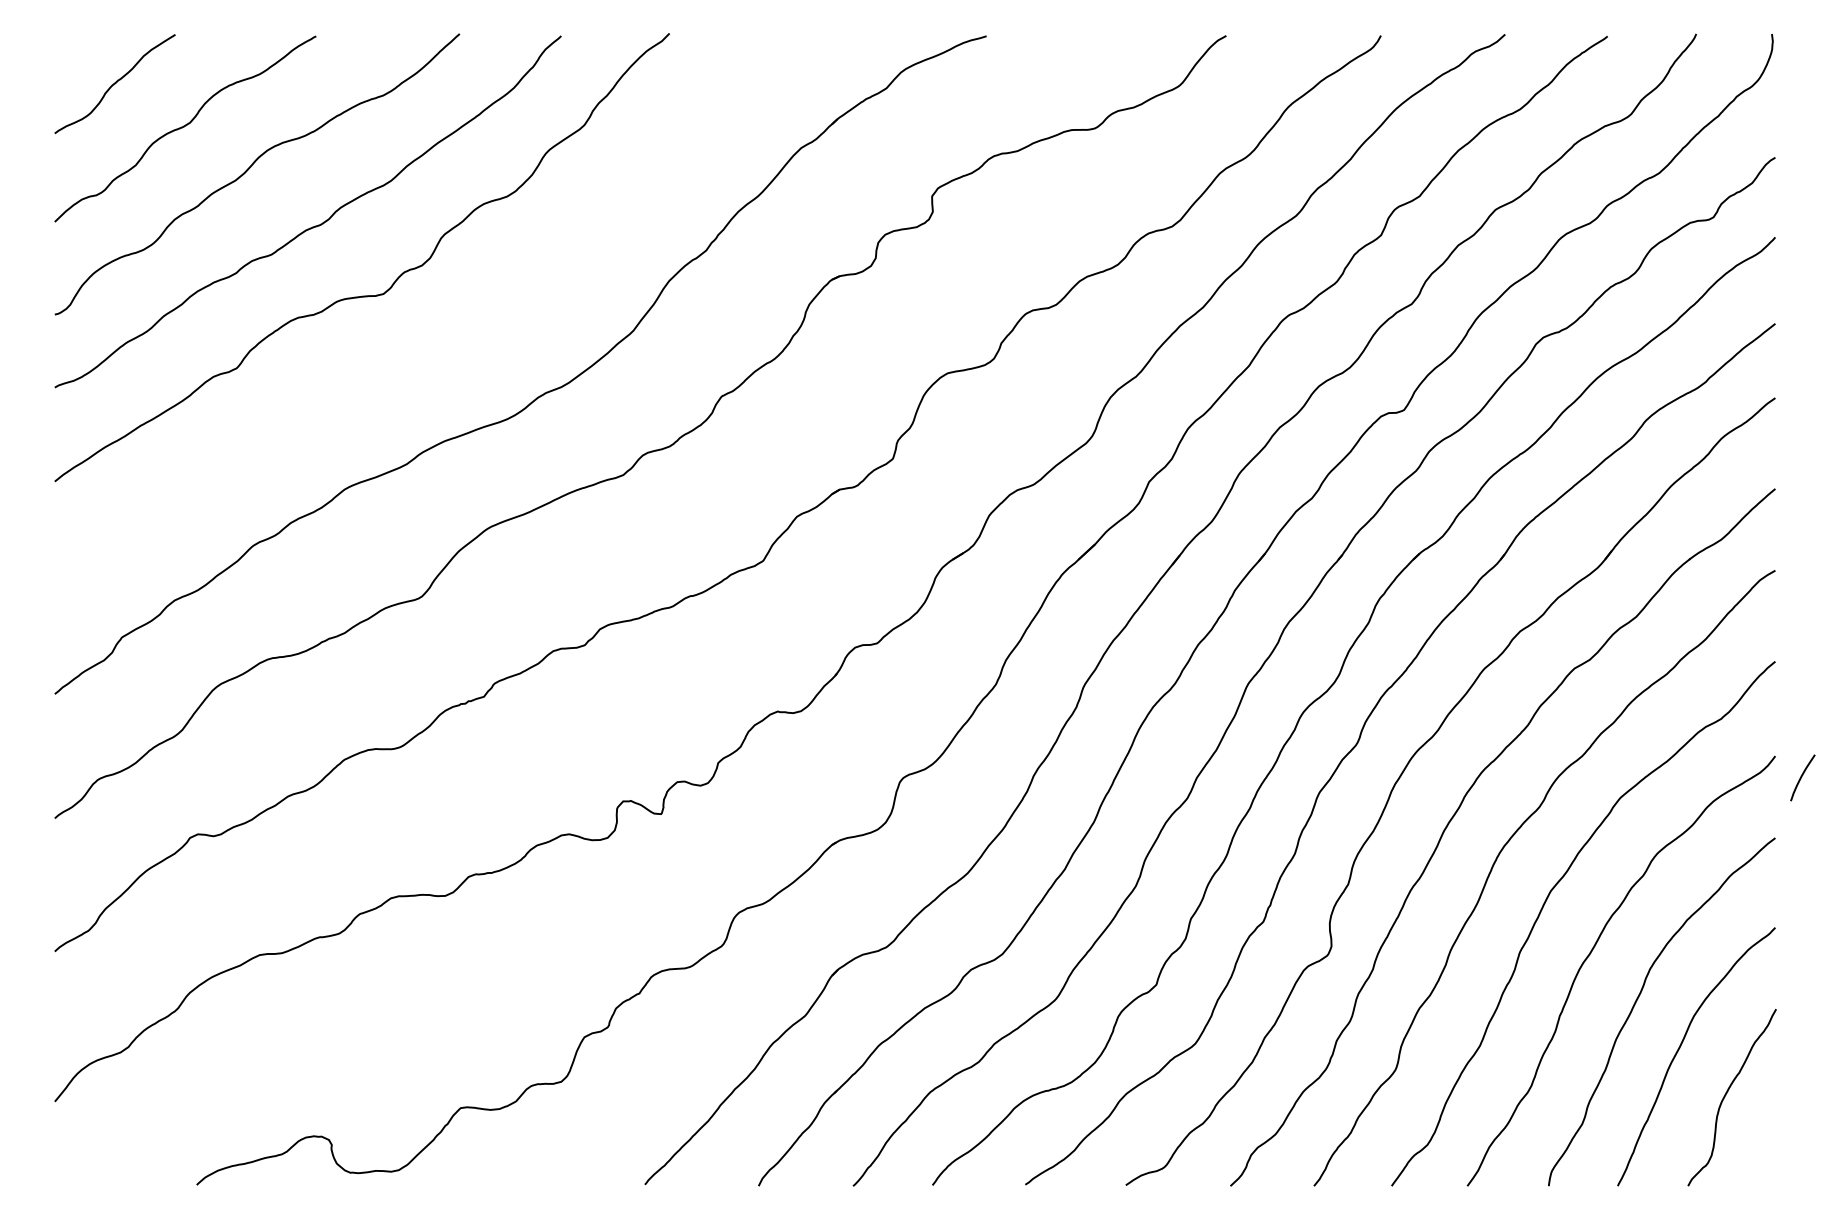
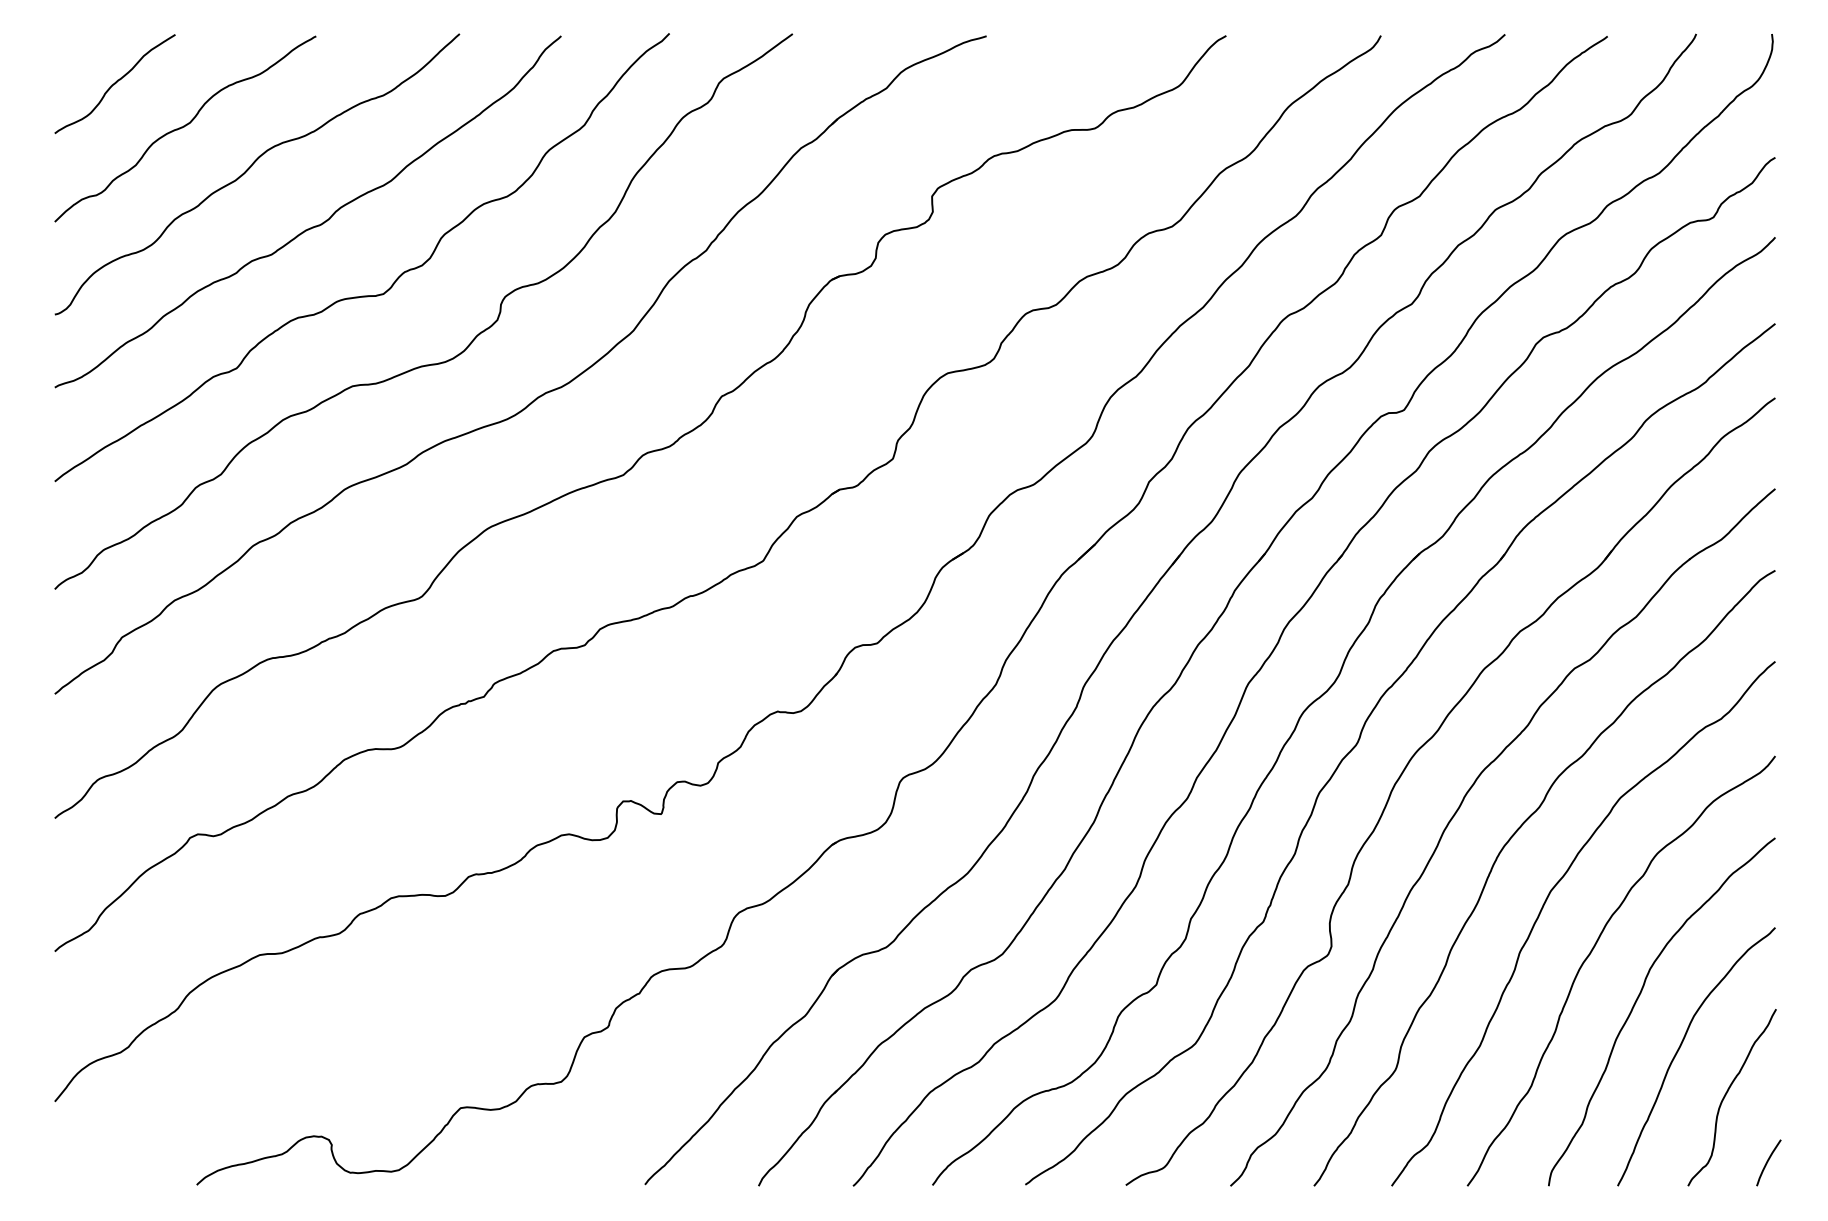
curve at (431, 363): none -> present
curve at (1802, 777) position: (1802, 777) -> (1768, 1162)
